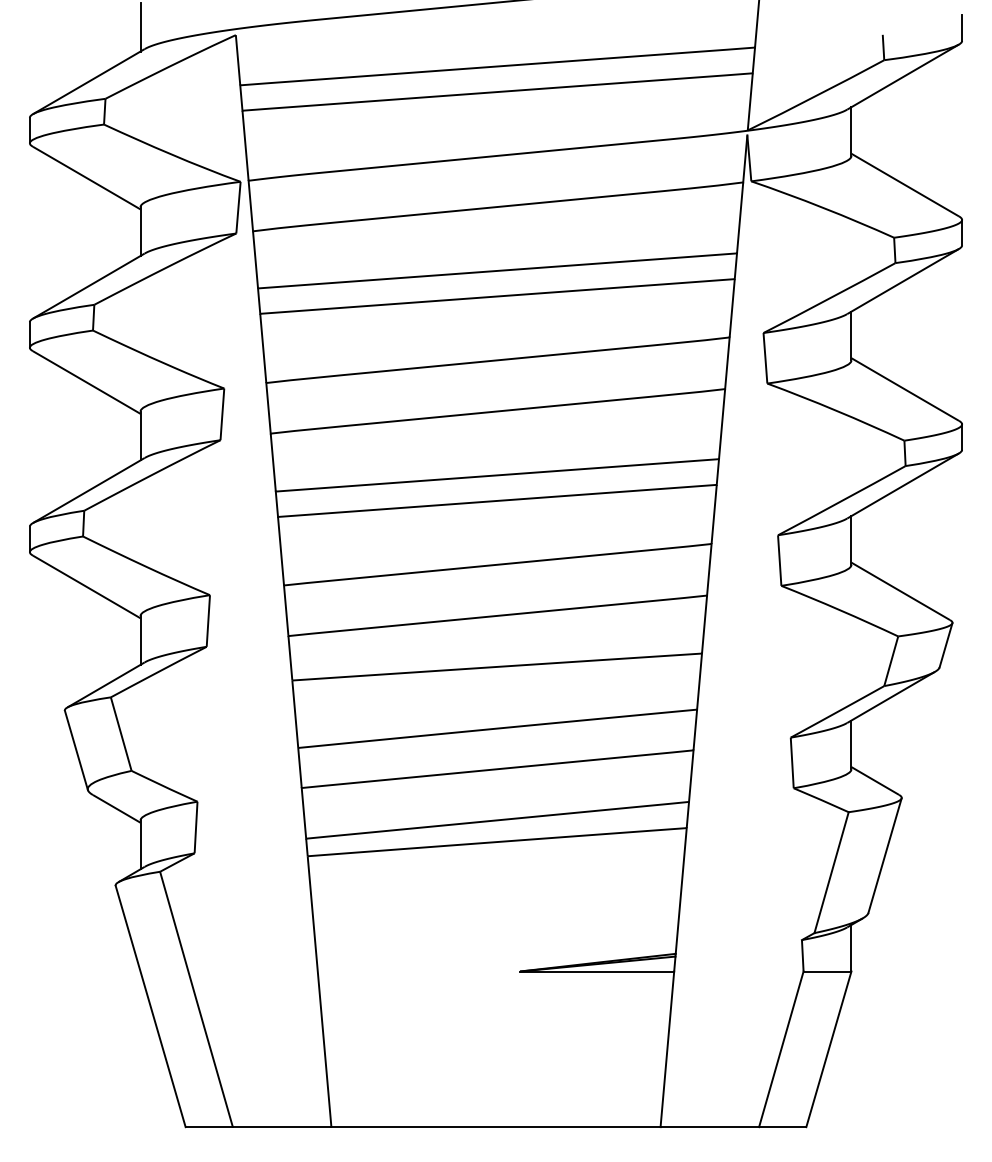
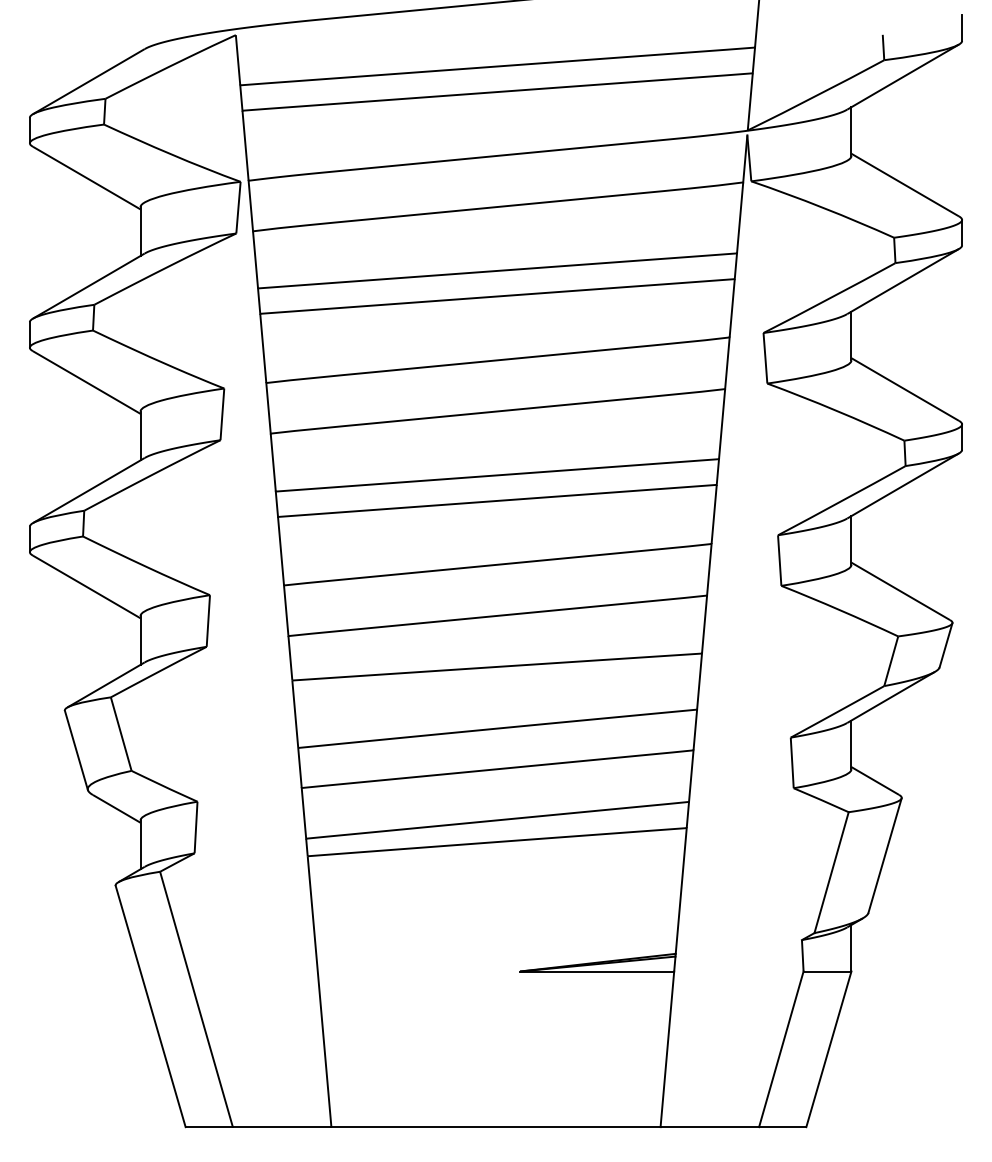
line at (140, 26): present -> none
